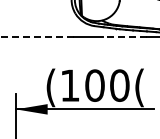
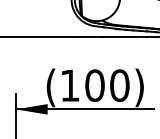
line at (37, 37): dashed -> solid
line at (124, 37): dashed -> solid
text at (139, 87): ( -> )
